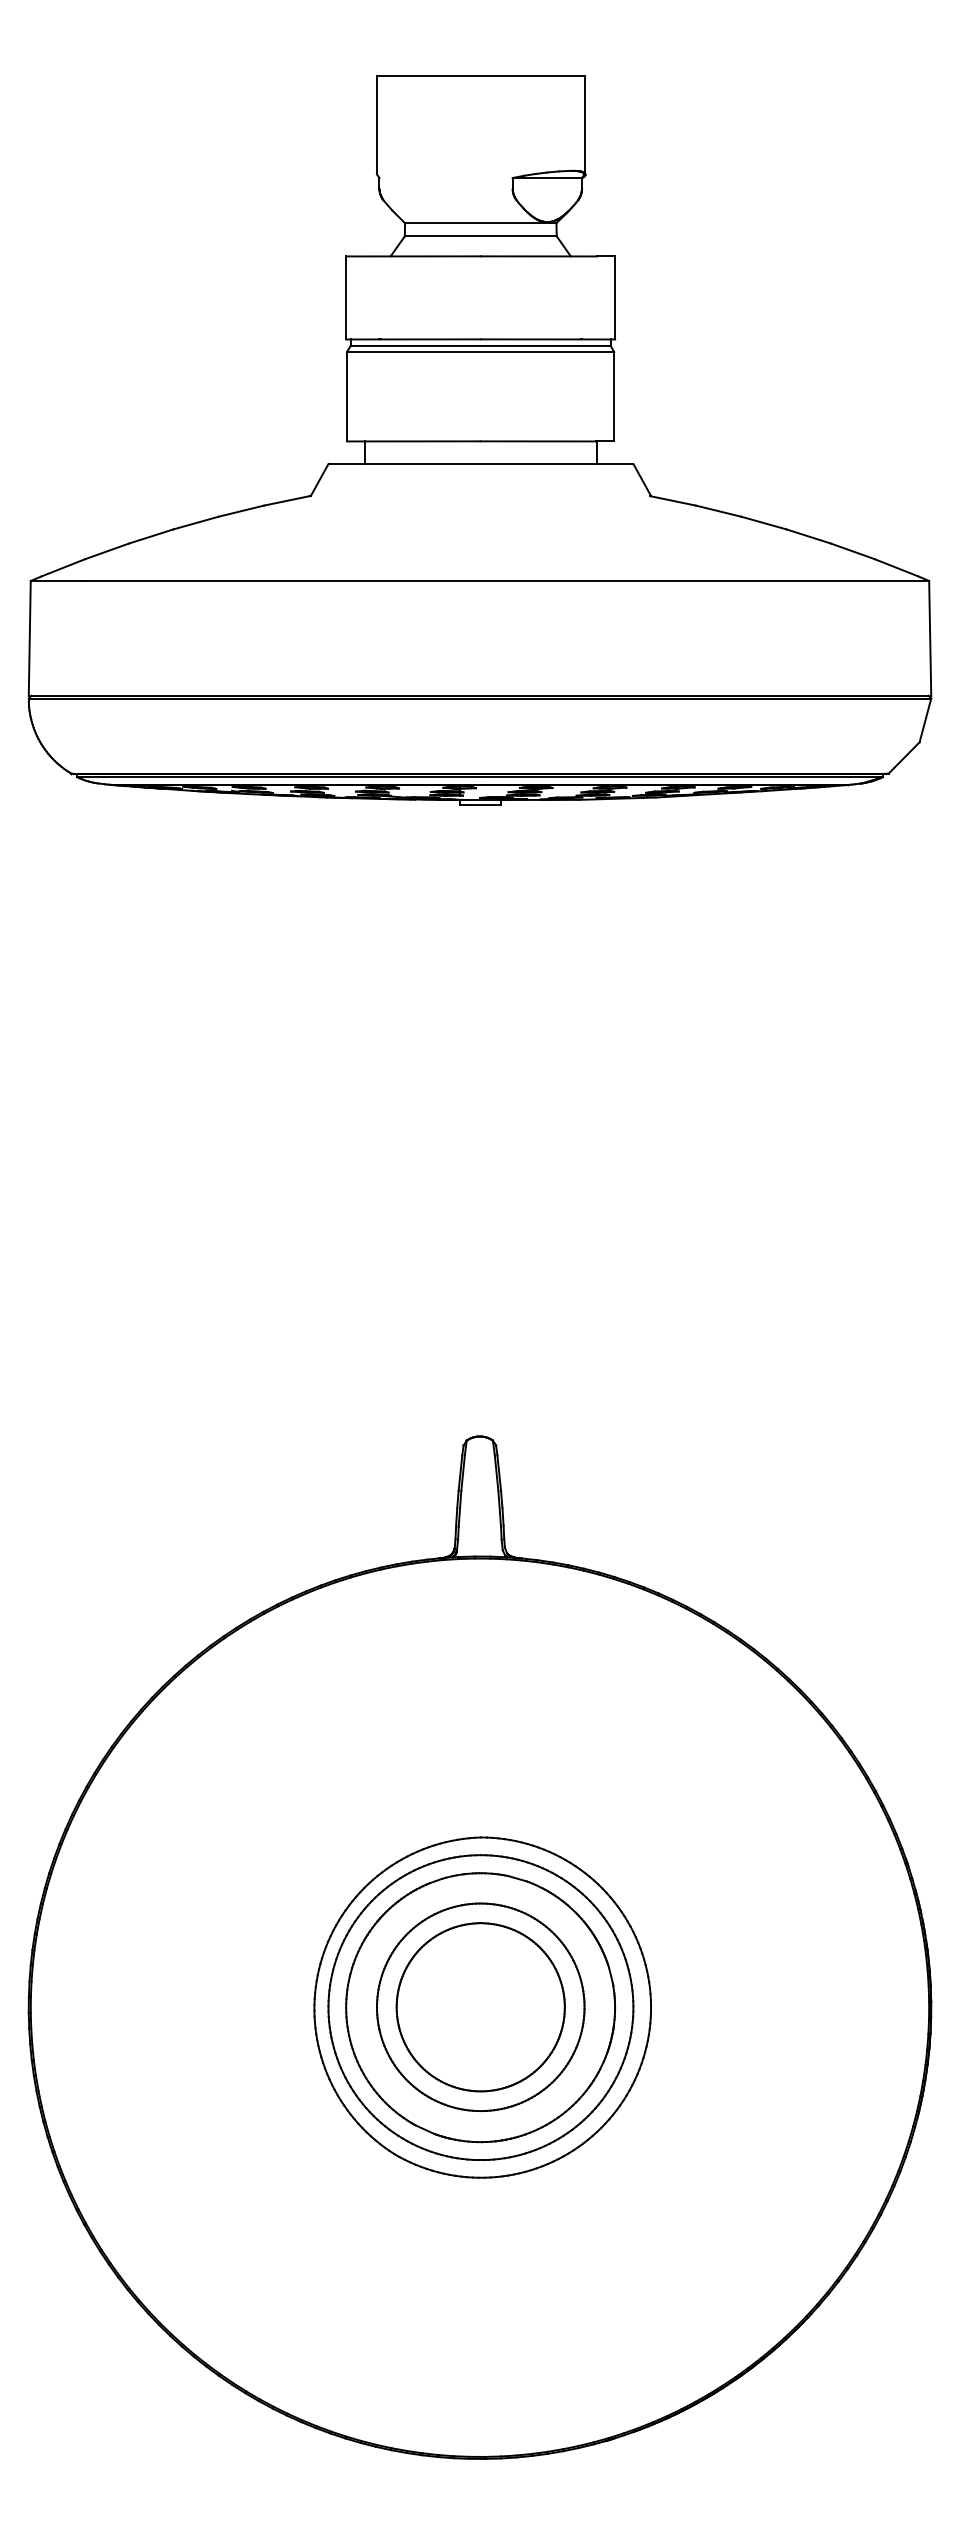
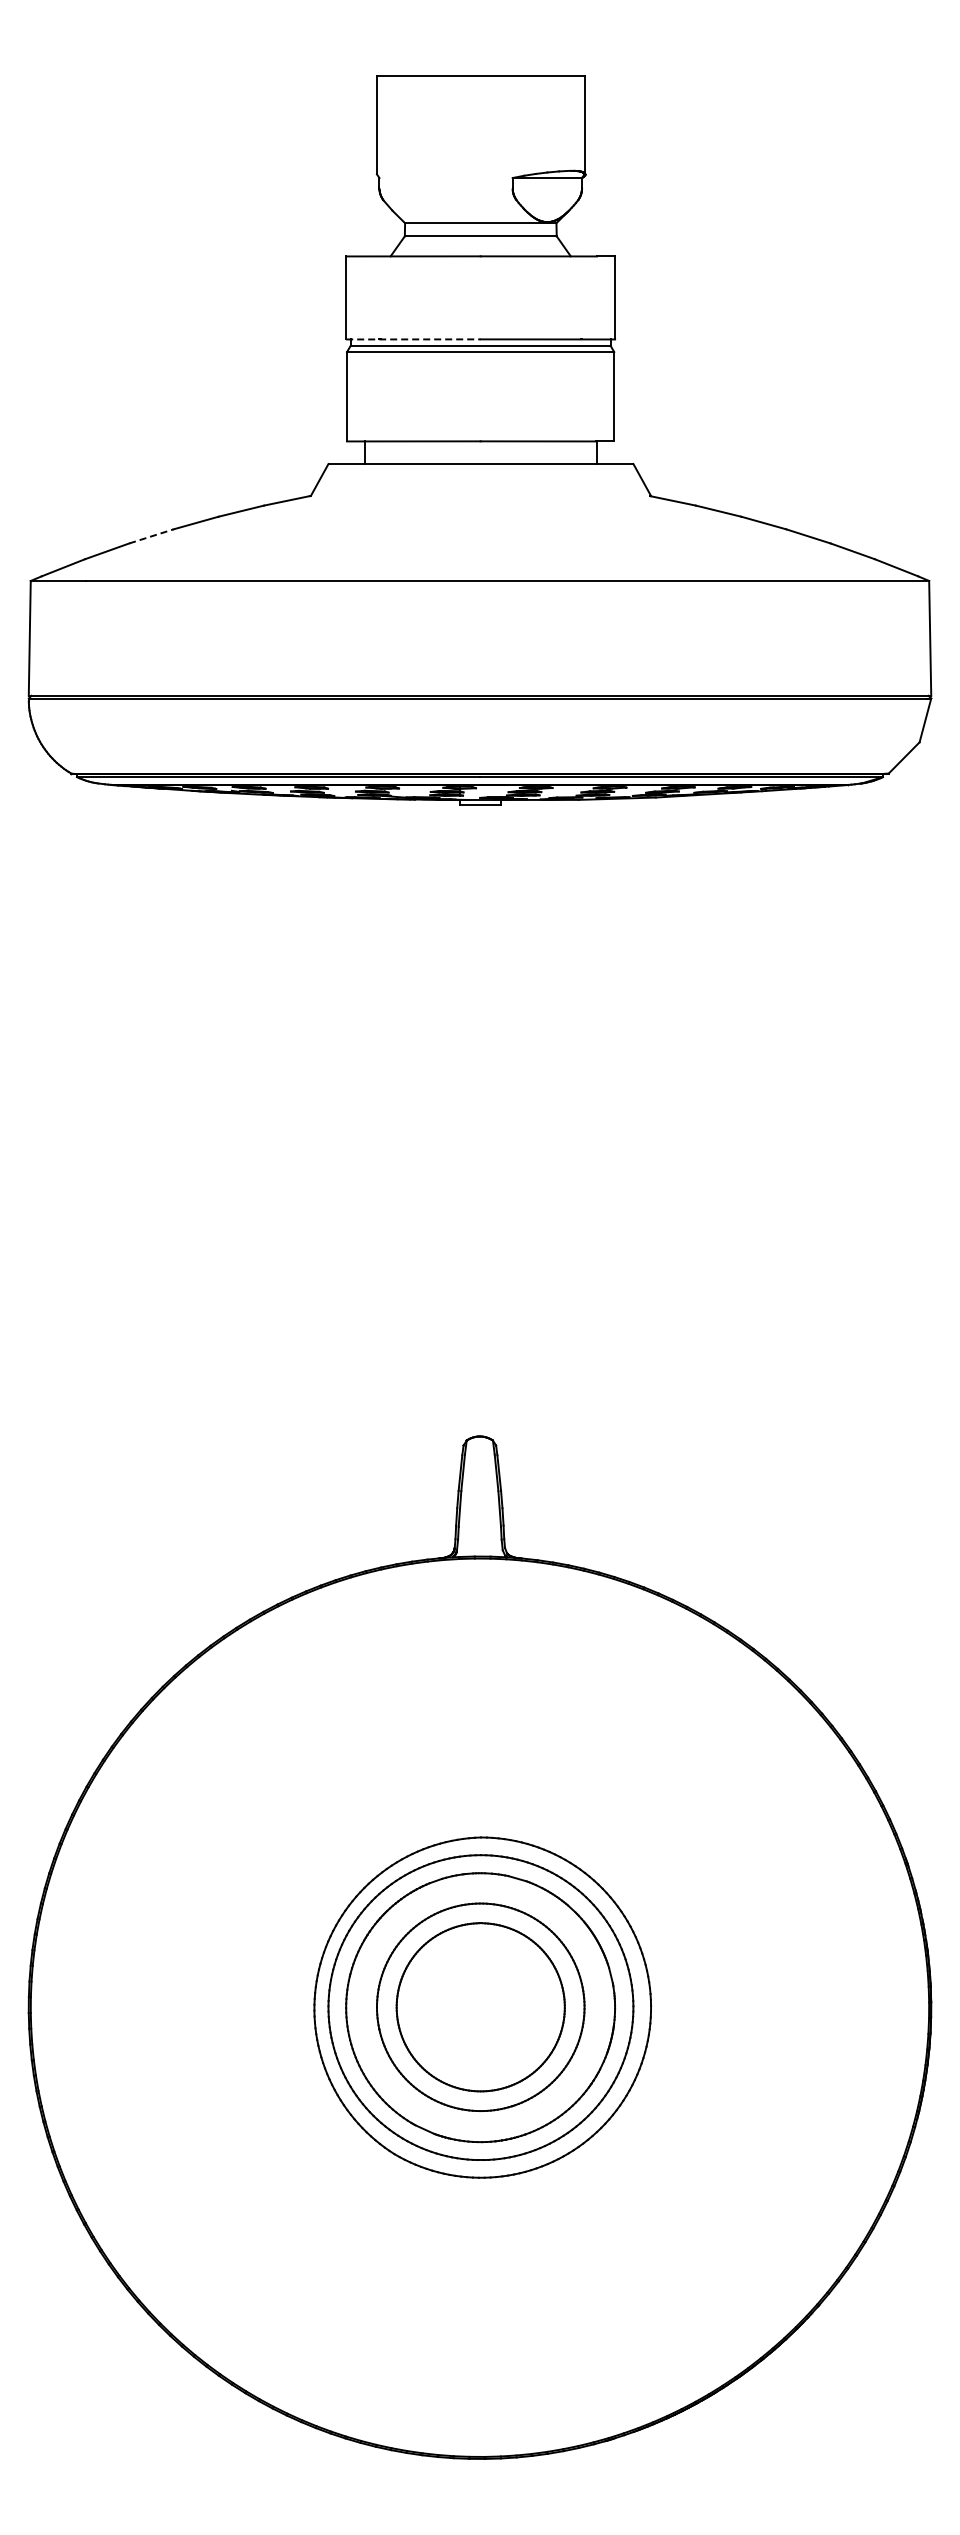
line at (413, 339): solid -> dashed
line at (151, 536): solid -> dashed
